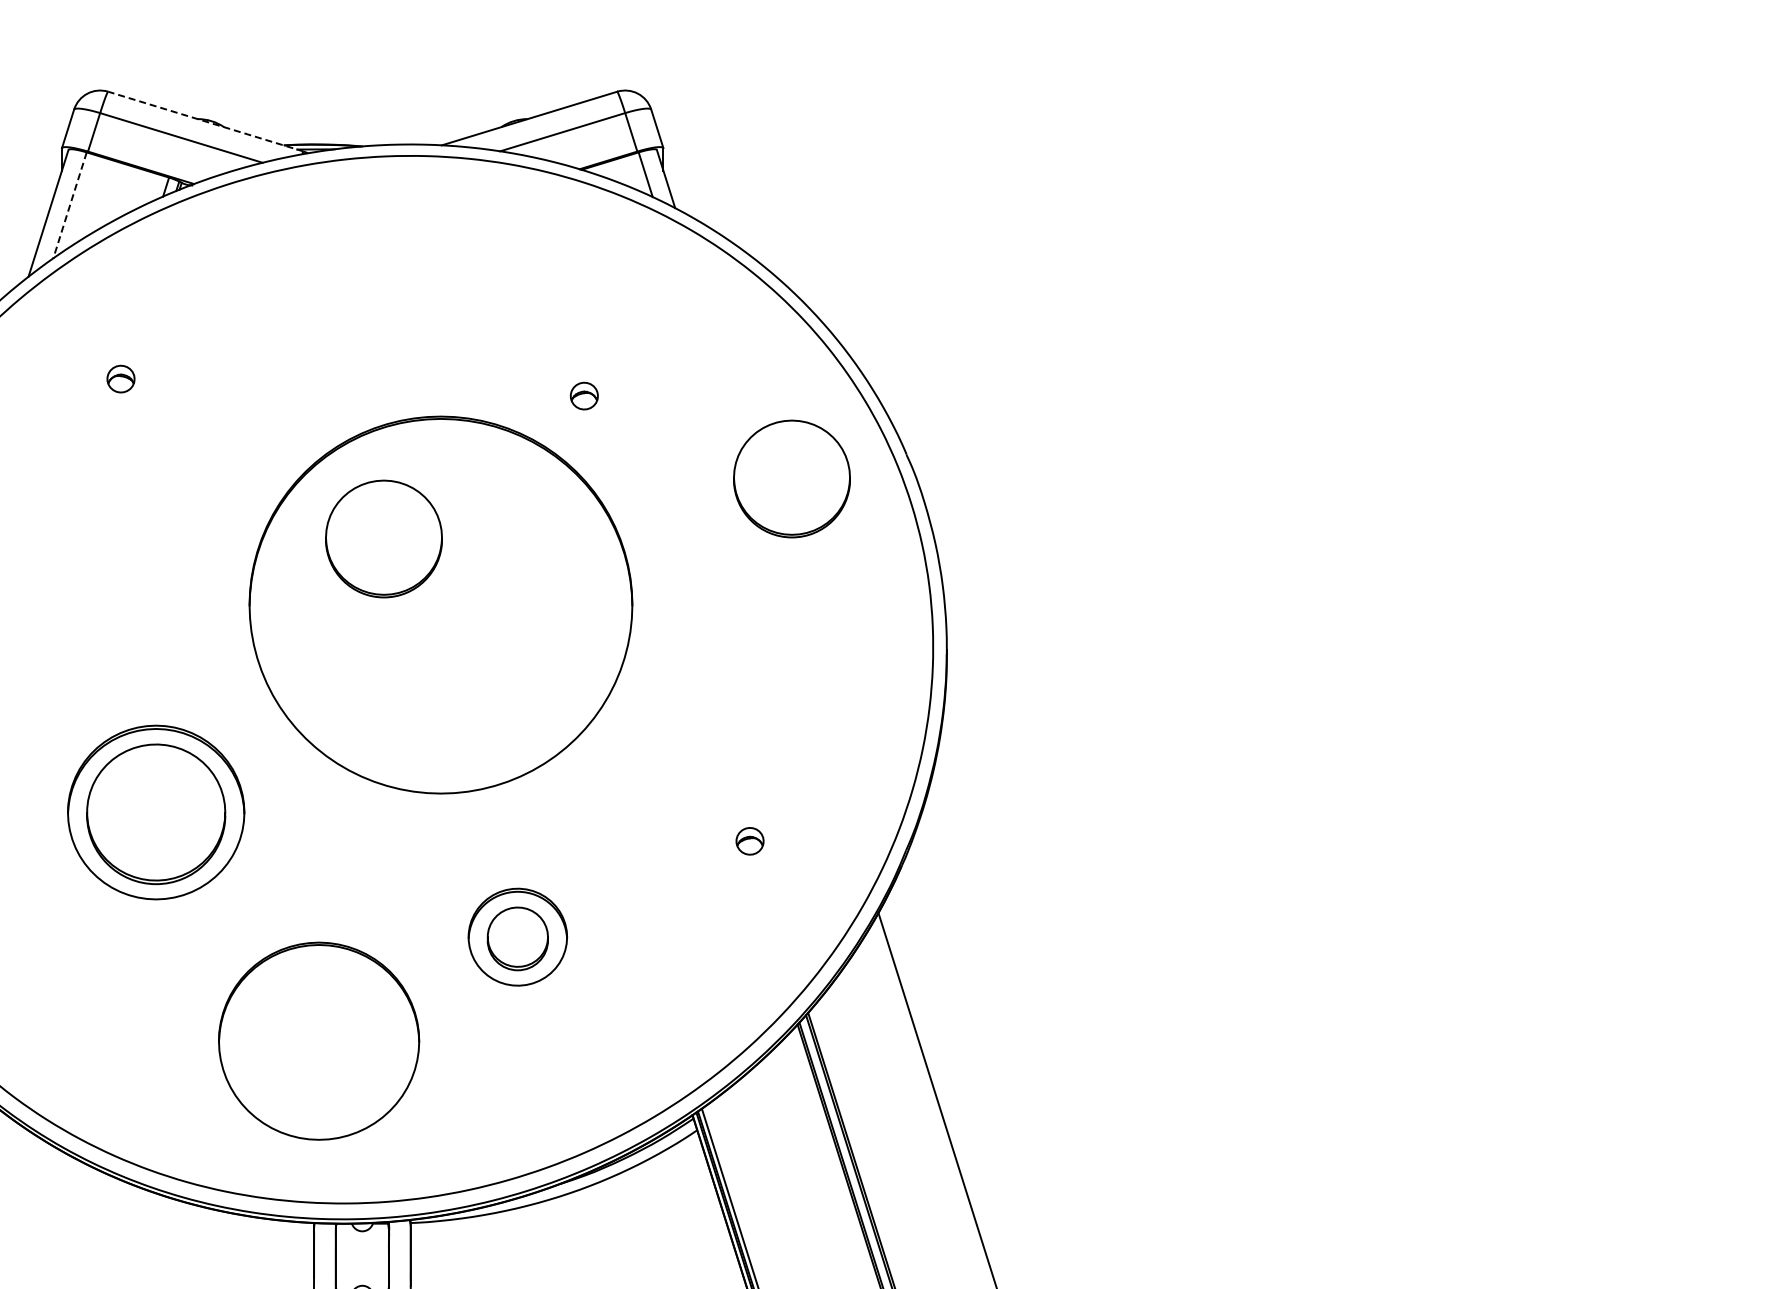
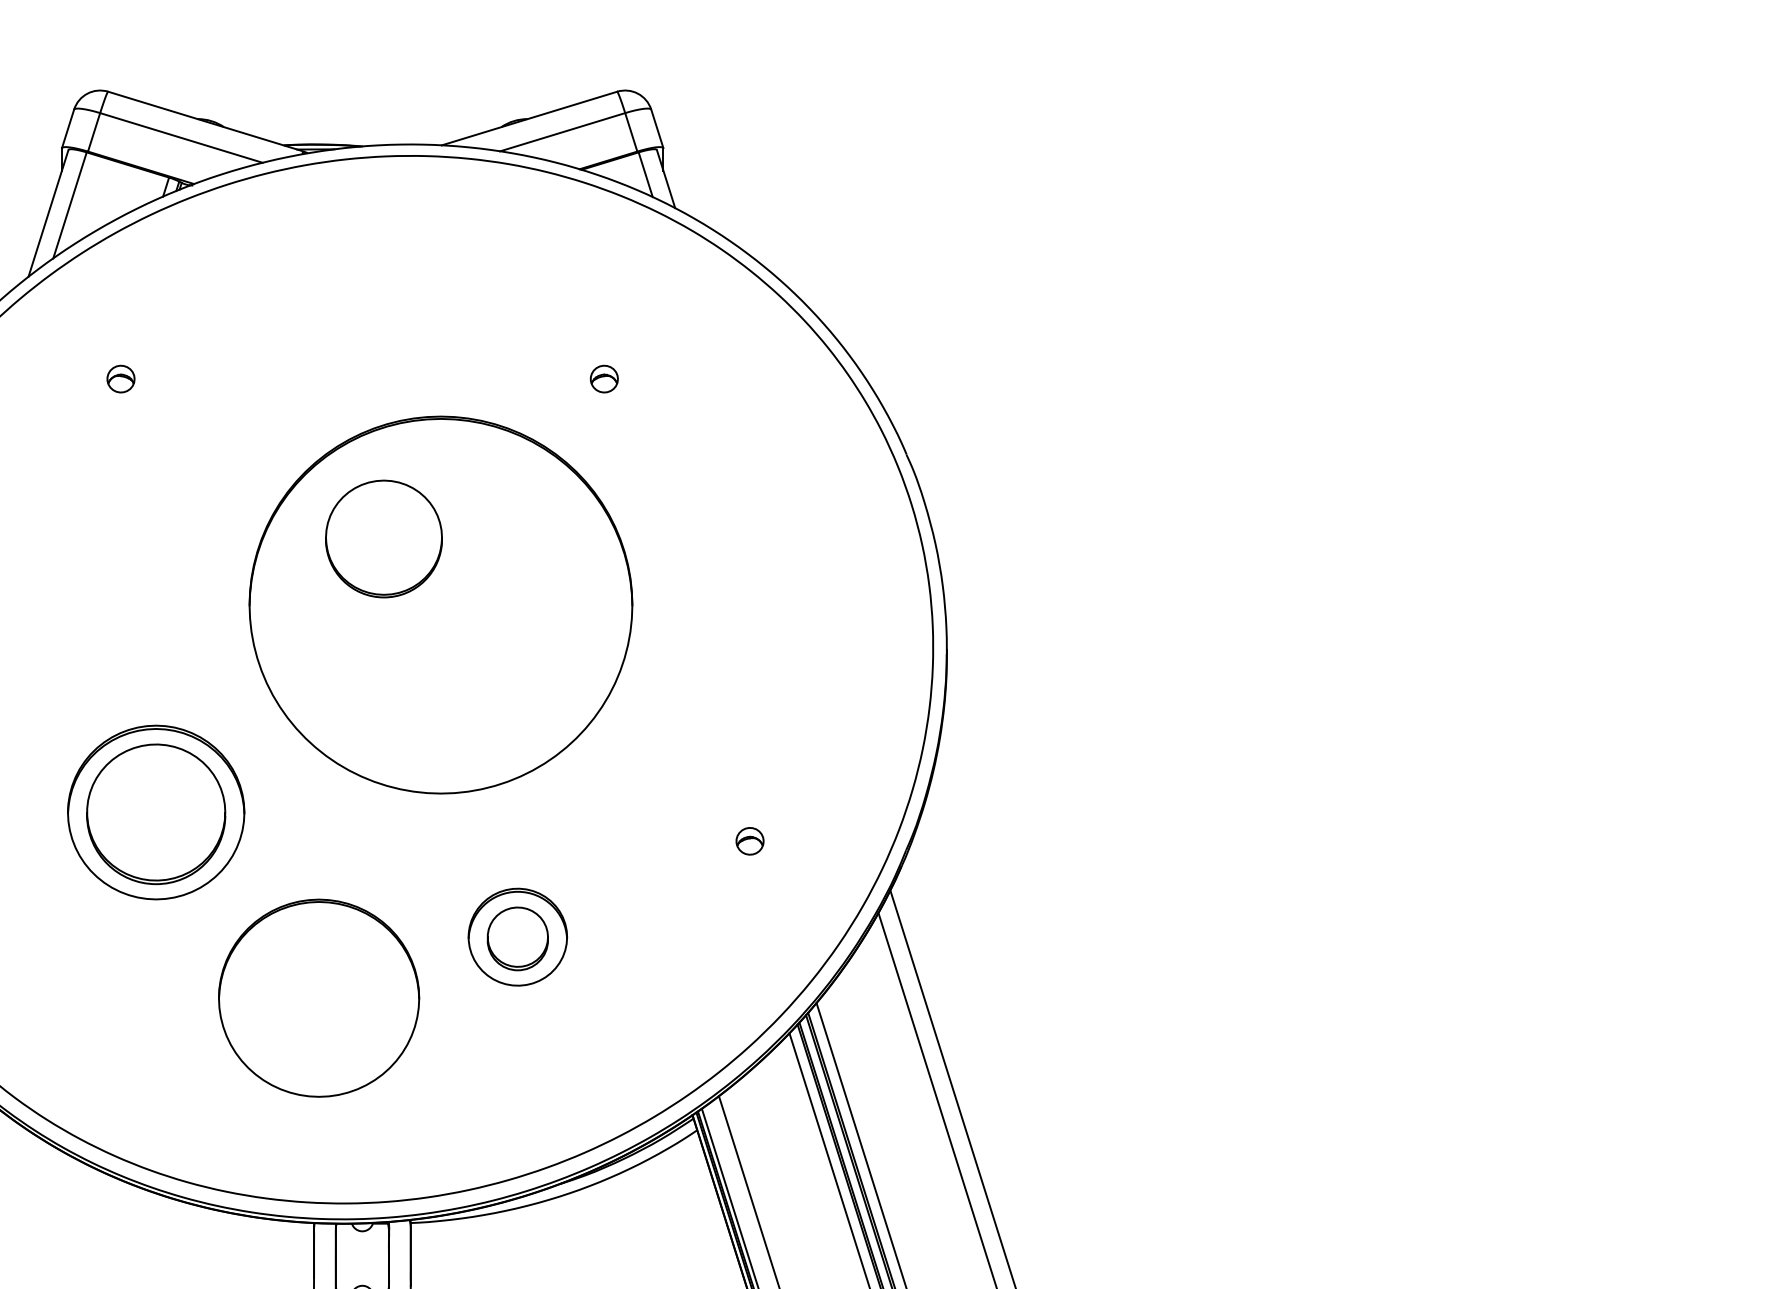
line at (205, 121): dashed -> solid
line at (70, 205): dashed -> solid
part at (584, 395) position: (584, 395) -> (604, 378)
part at (791, 478): present -> none
part at (319, 1040) position: (319, 1040) -> (319, 997)
line at (952, 1087): none -> present
line at (860, 1144): none -> present
line at (828, 1159): none -> present
line at (748, 1190): none -> present
